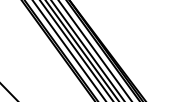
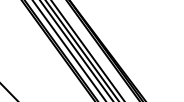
line at (94, 50): present -> none
